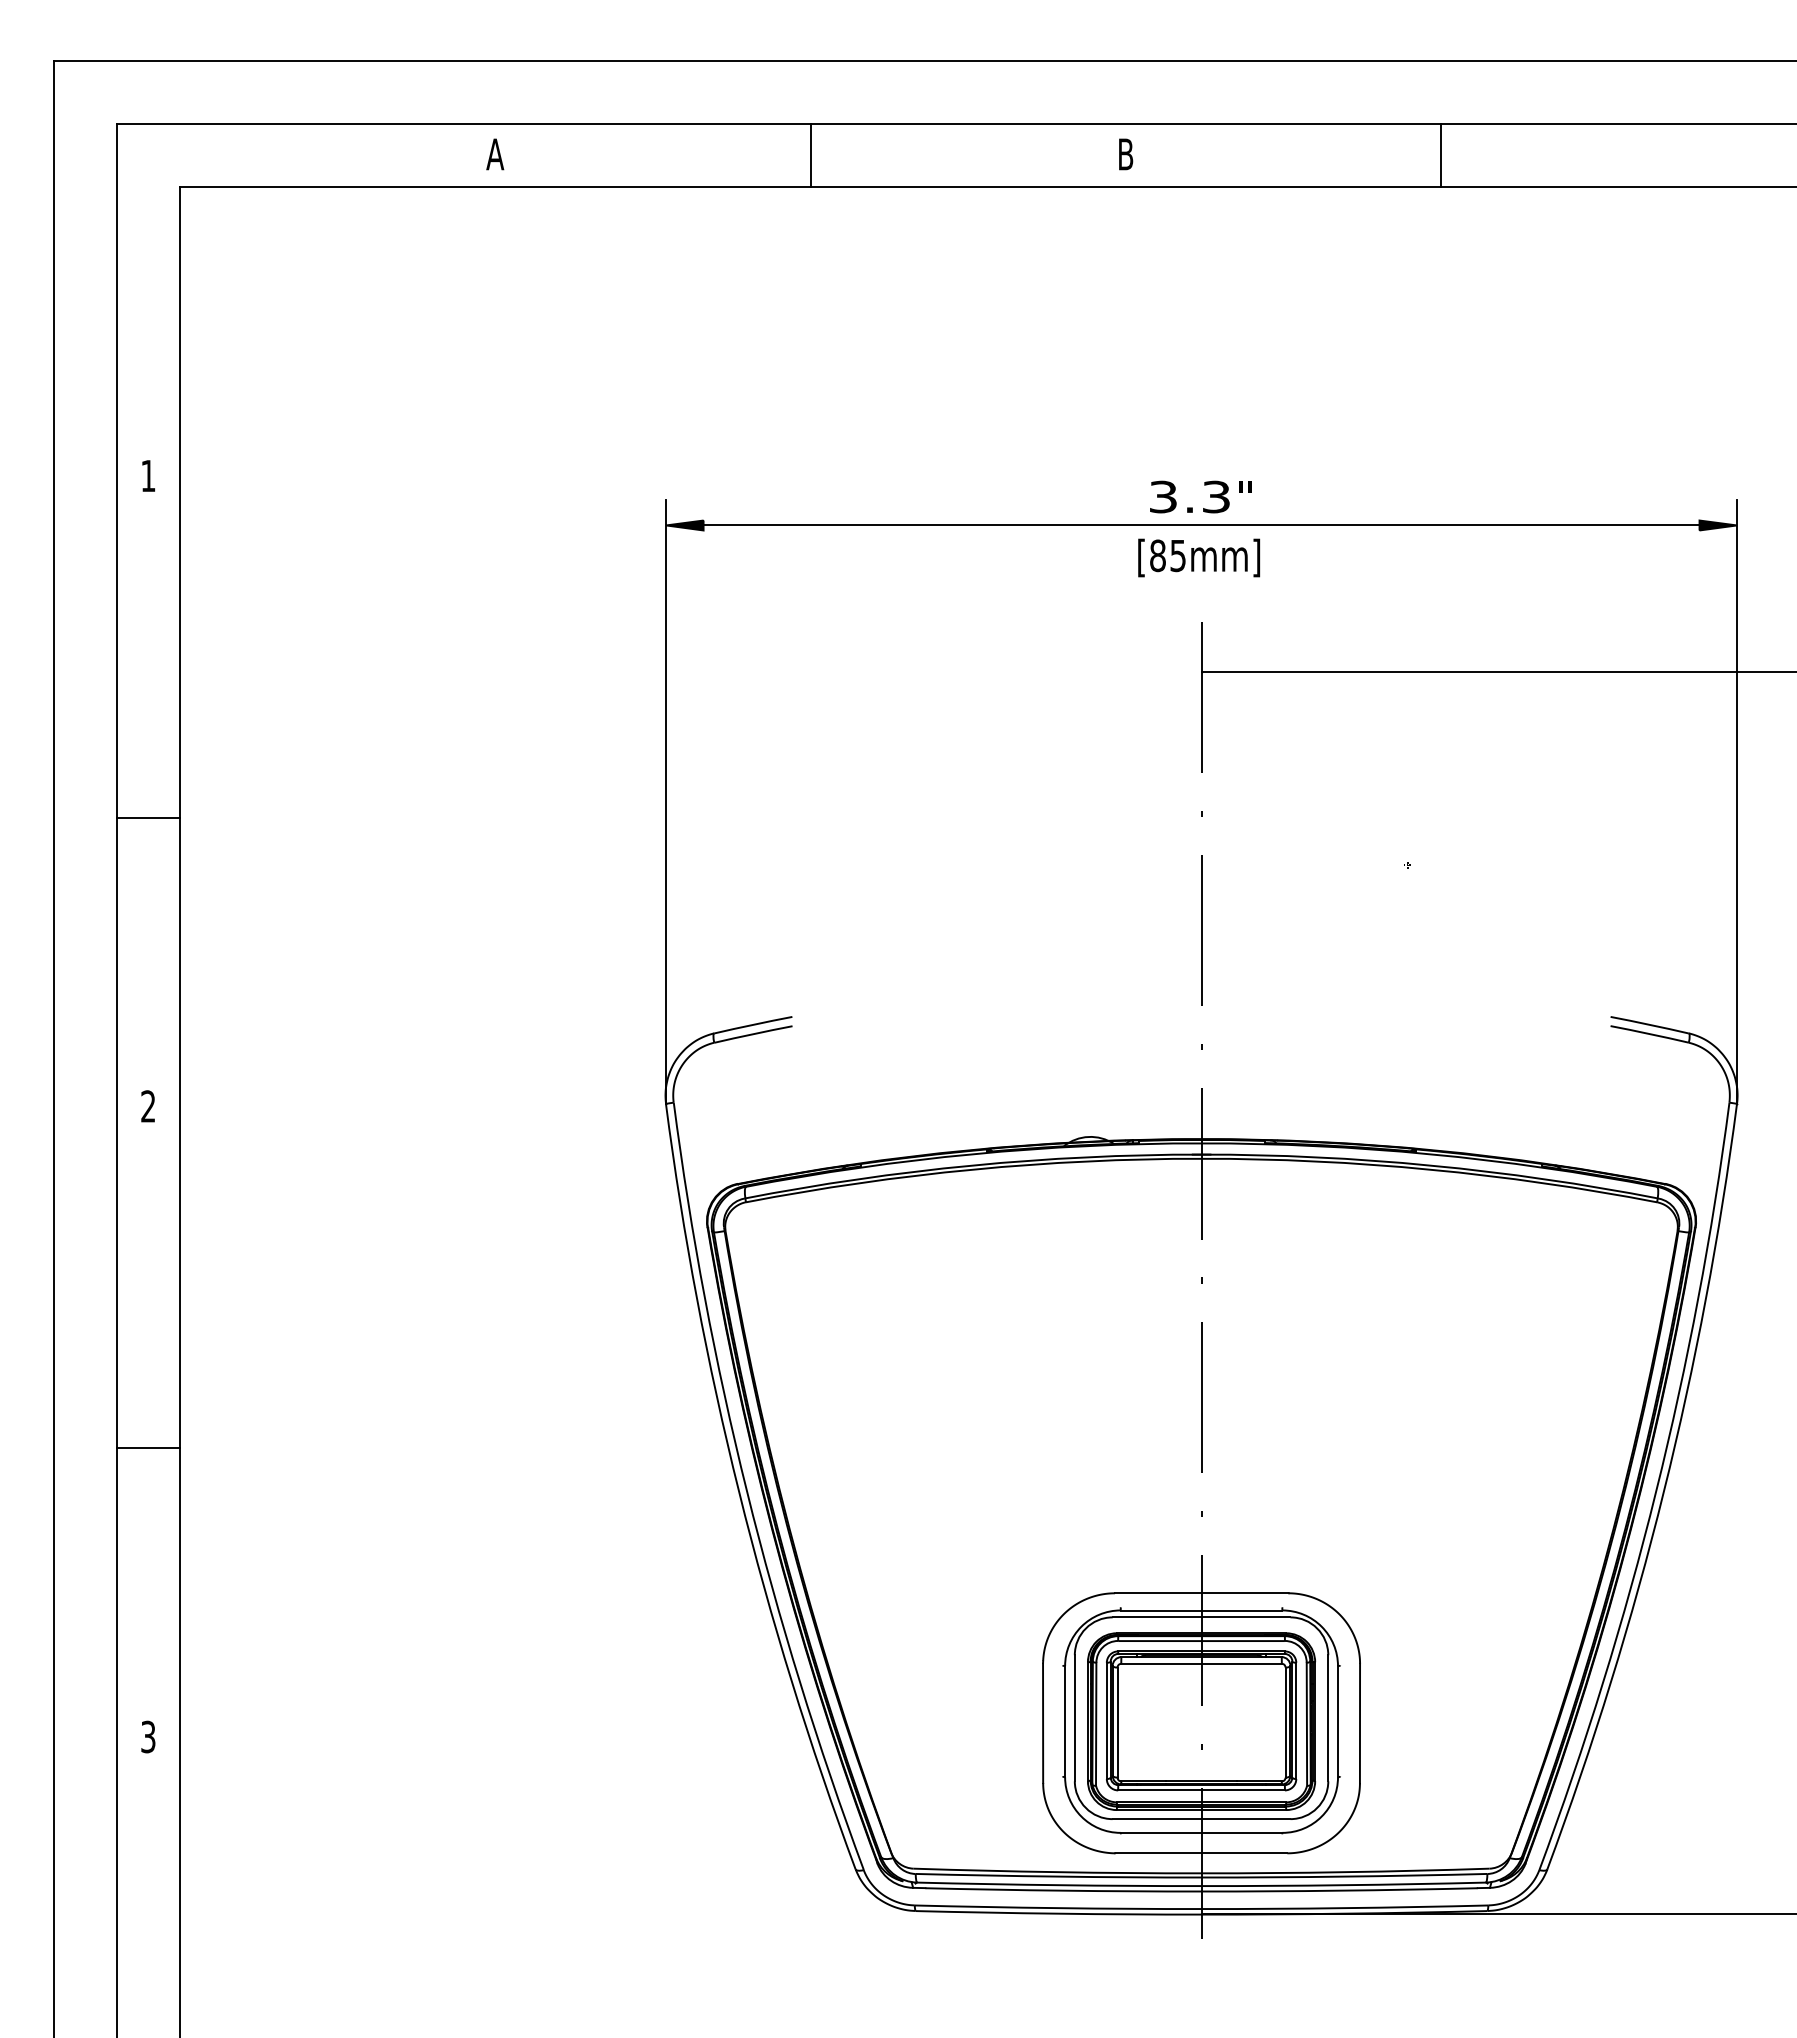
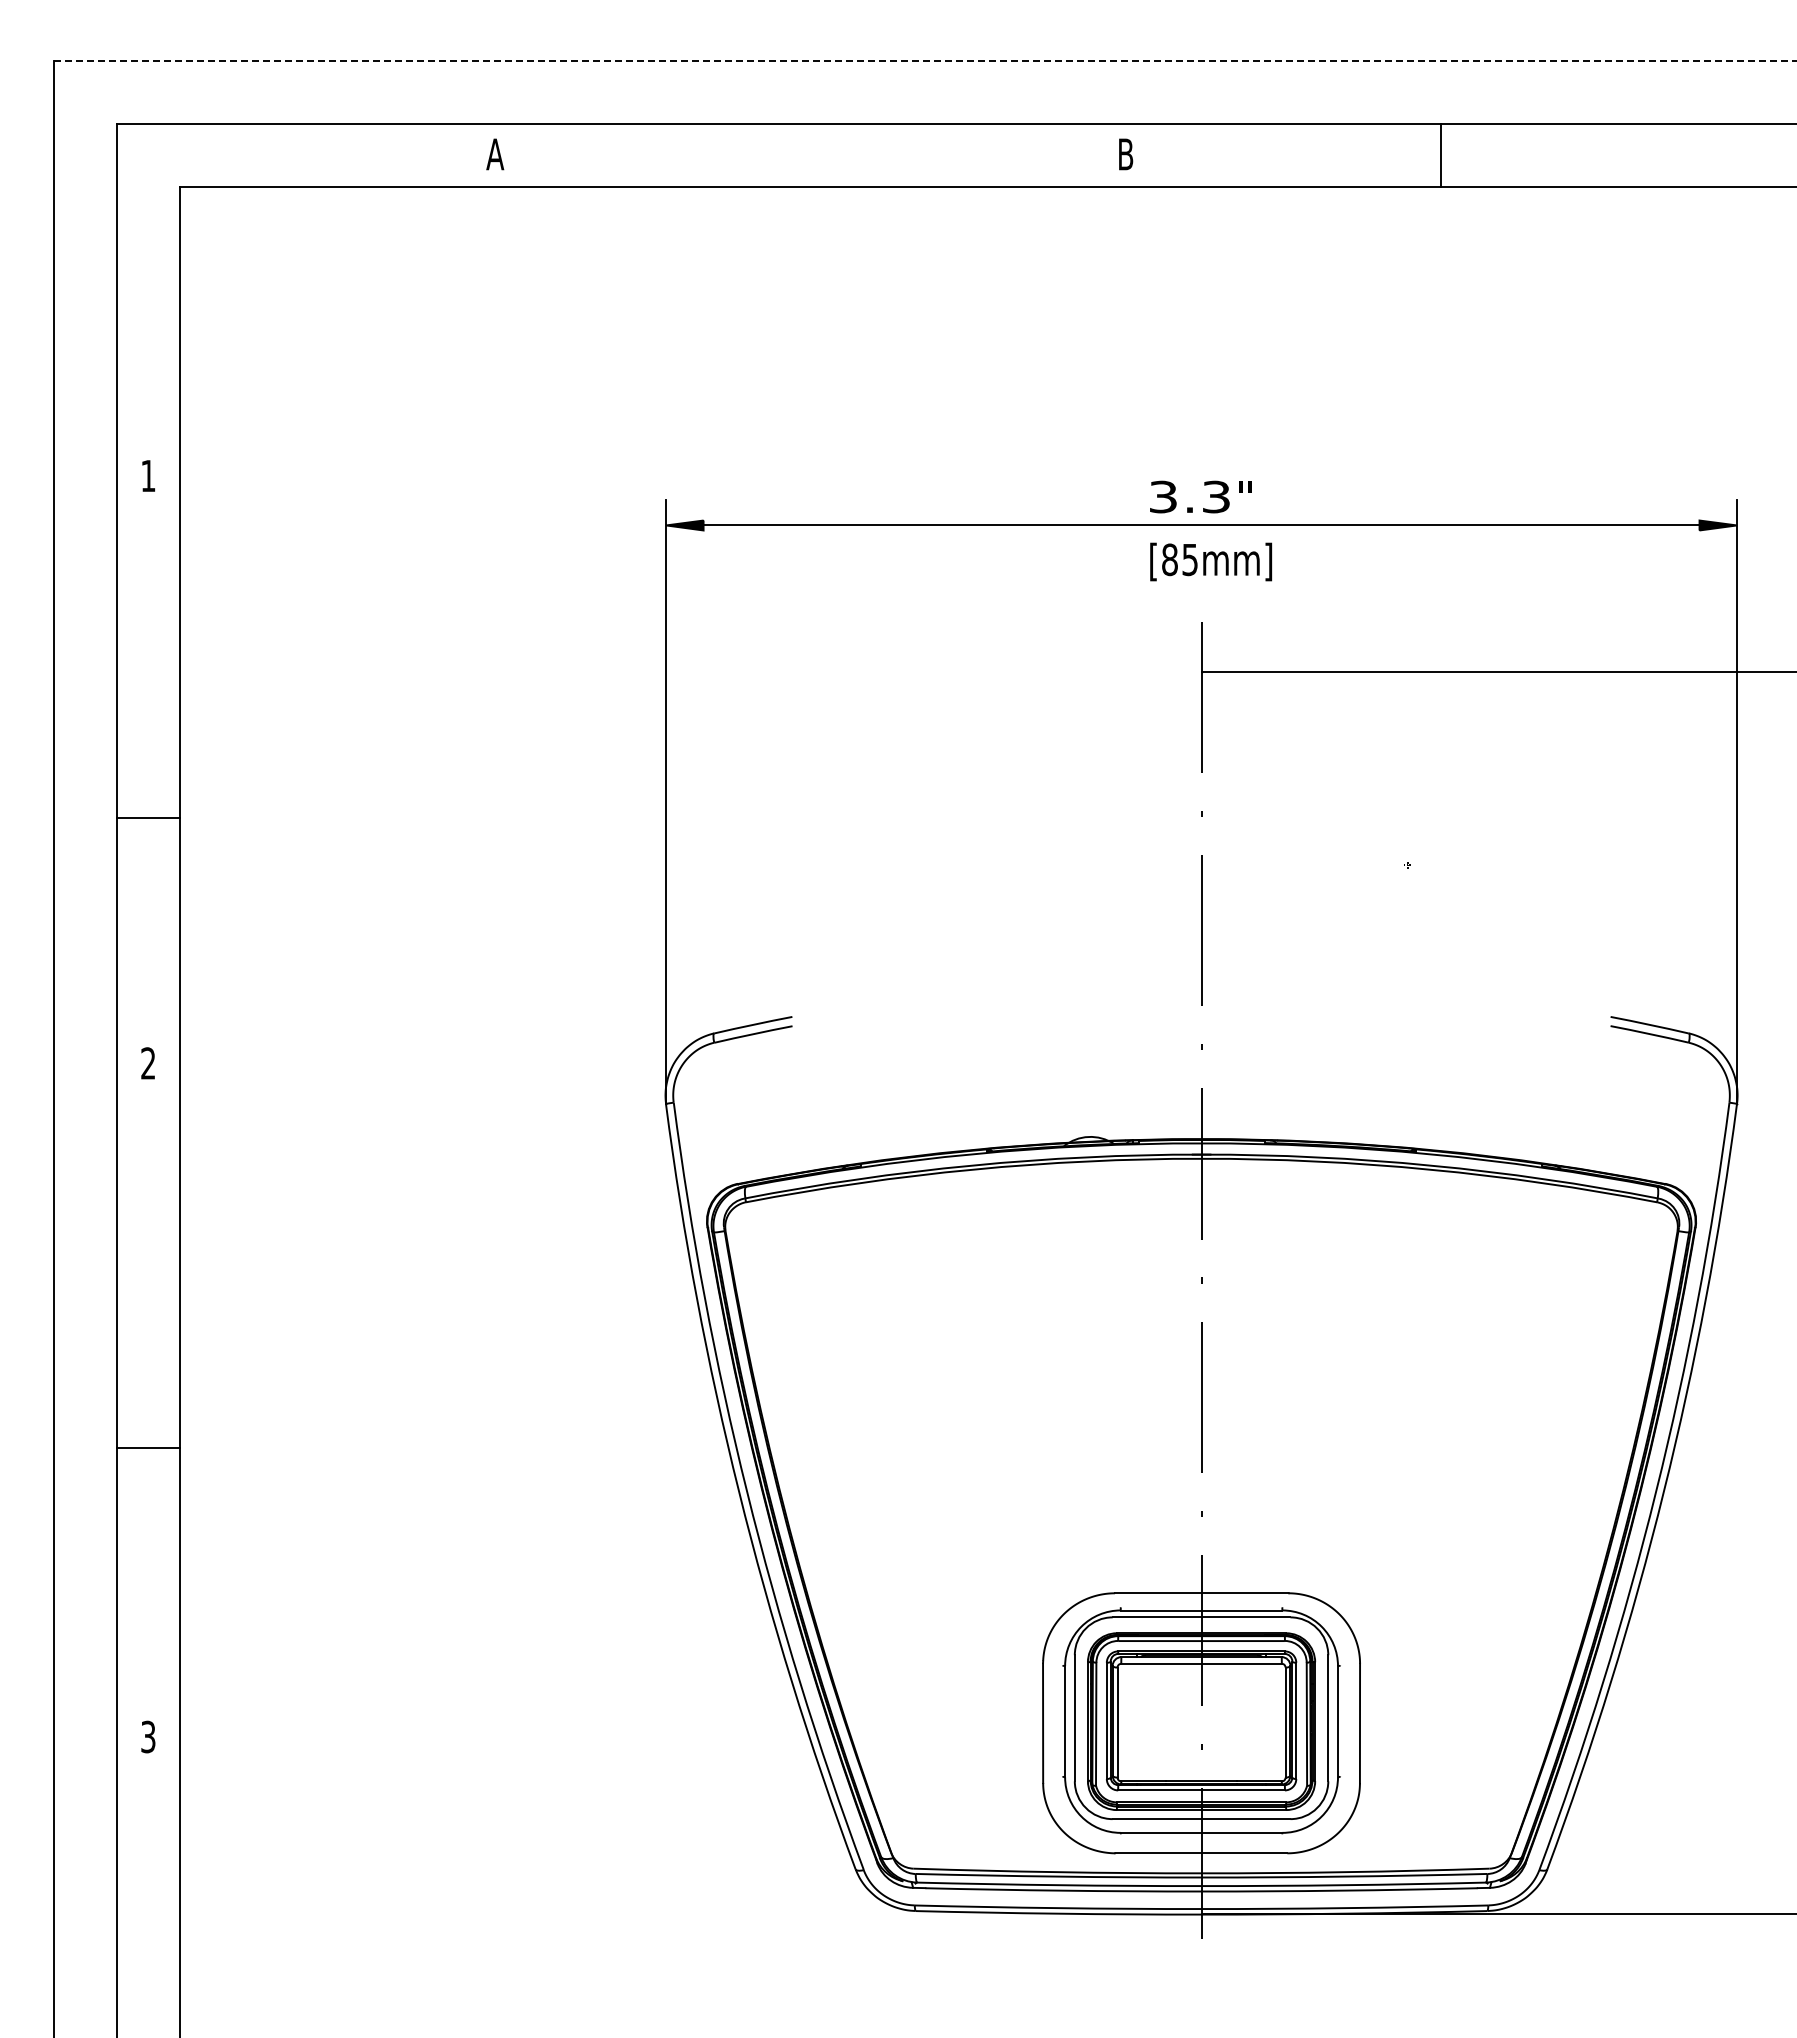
line at (925, 61): solid -> dashed
line at (810, 155): present -> none
text at (1199, 557) position: (1199, 557) -> (1211, 561)
text at (147, 1106) position: (147, 1106) -> (147, 1063)
